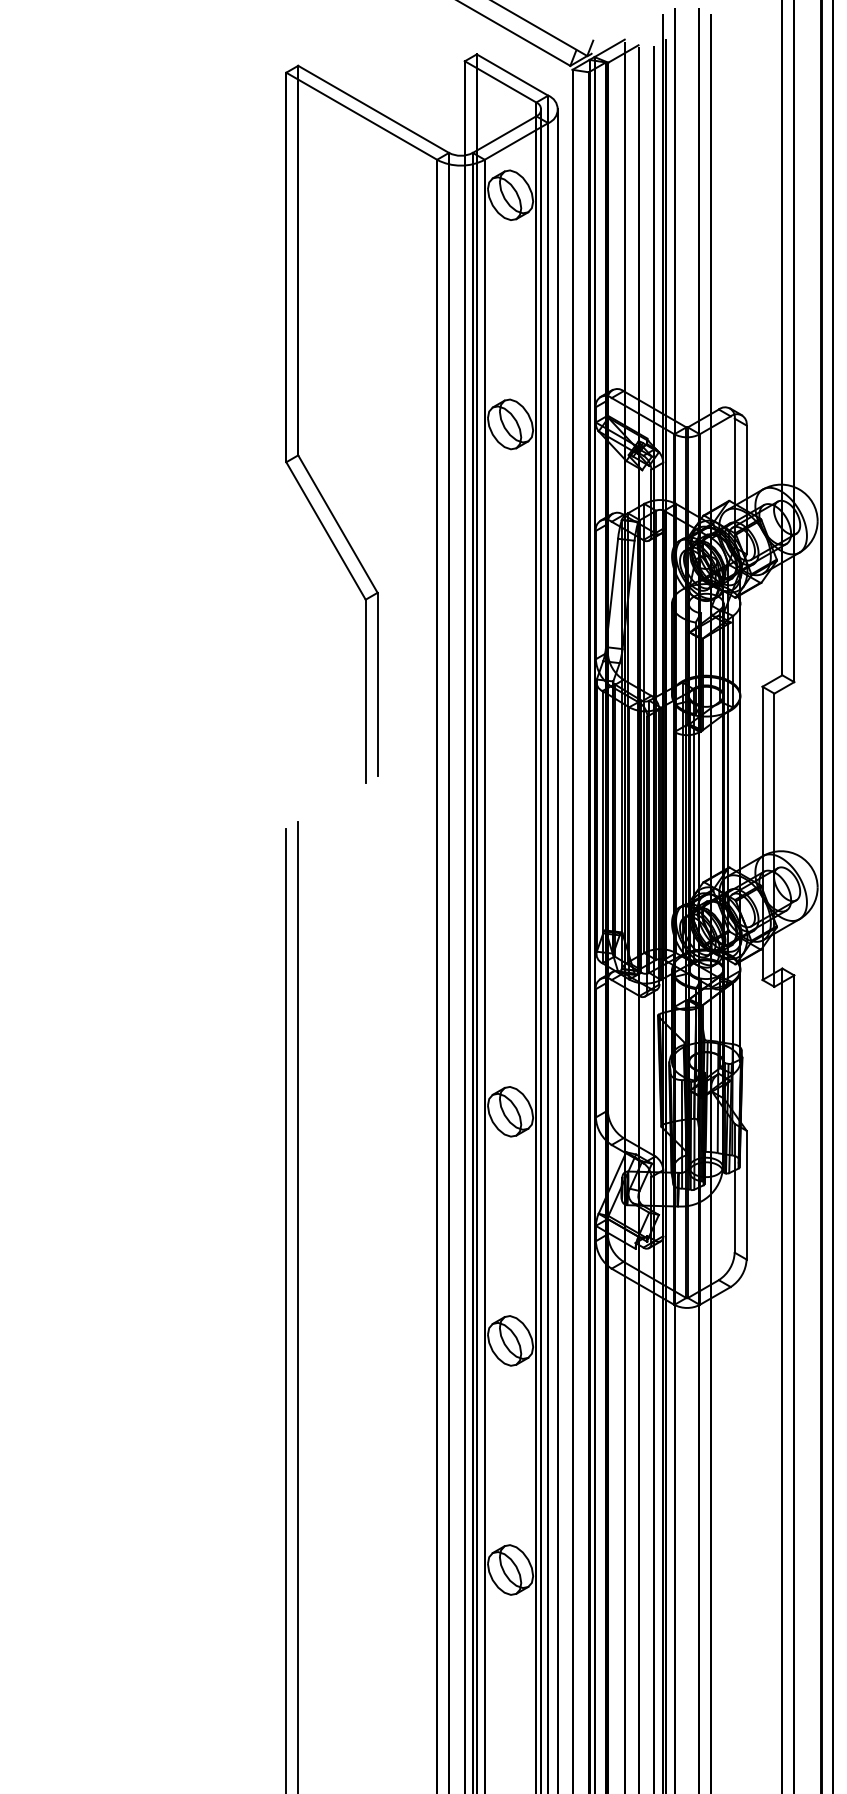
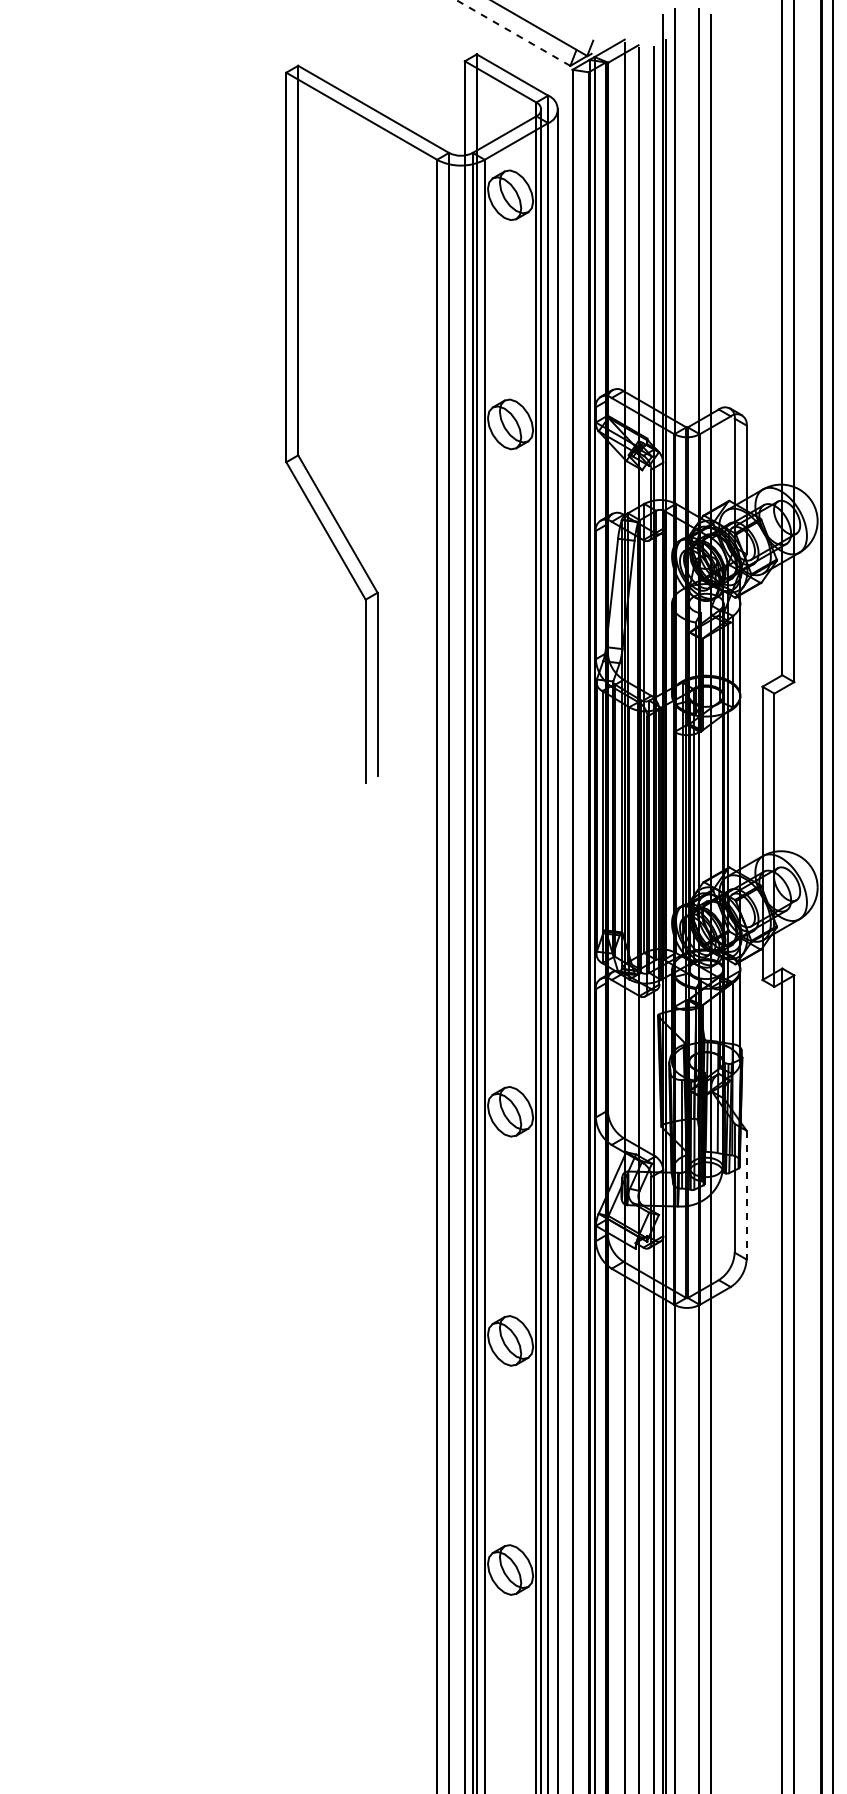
line at (513, 33): solid -> dashed
line at (746, 1195): solid -> dashed
line at (298, 1305): present -> none
line at (286, 1309): present -> none
